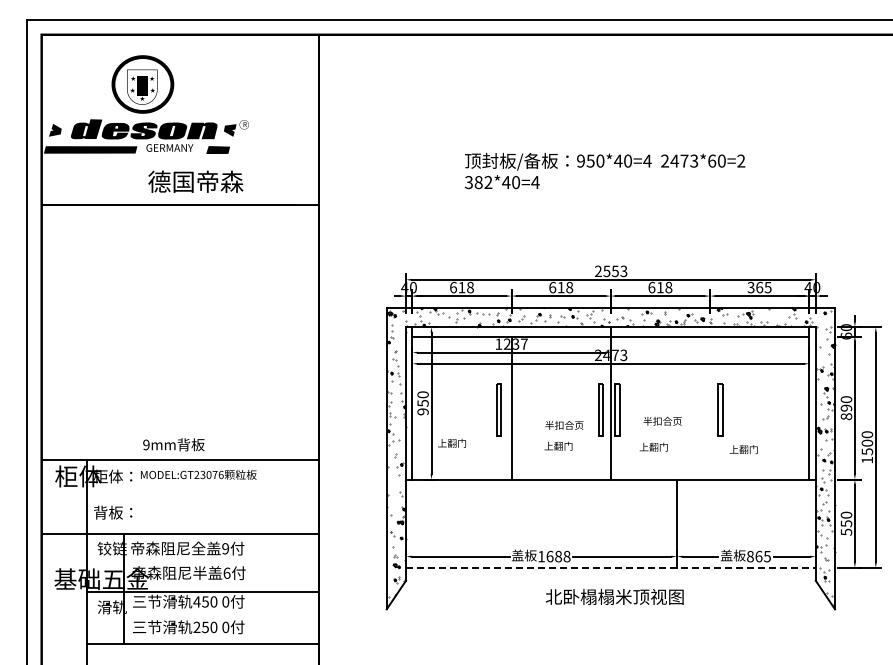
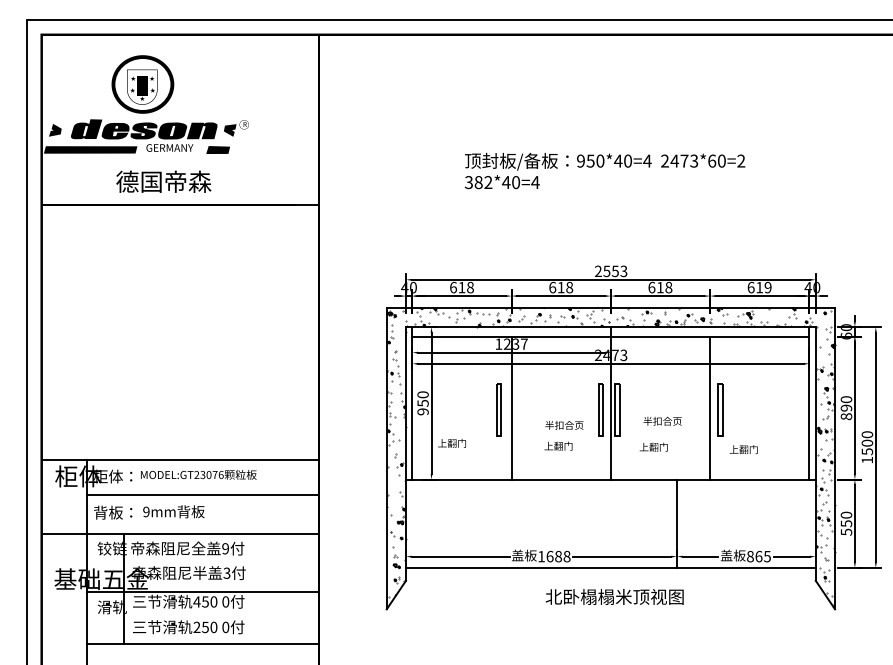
text at (195, 181) position: (195, 181) -> (163, 181)
text at (759, 287): 365 -> 619
line at (710, 407): none -> present
text at (173, 444) position: (173, 444) -> (173, 511)
line at (202, 495): none -> present
line at (610, 567): dashed -> solid
text at (226, 572): 6 -> 3
